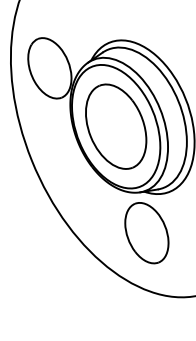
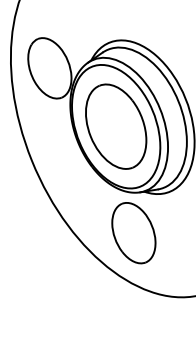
part at (146, 233) position: (146, 233) -> (133, 233)
